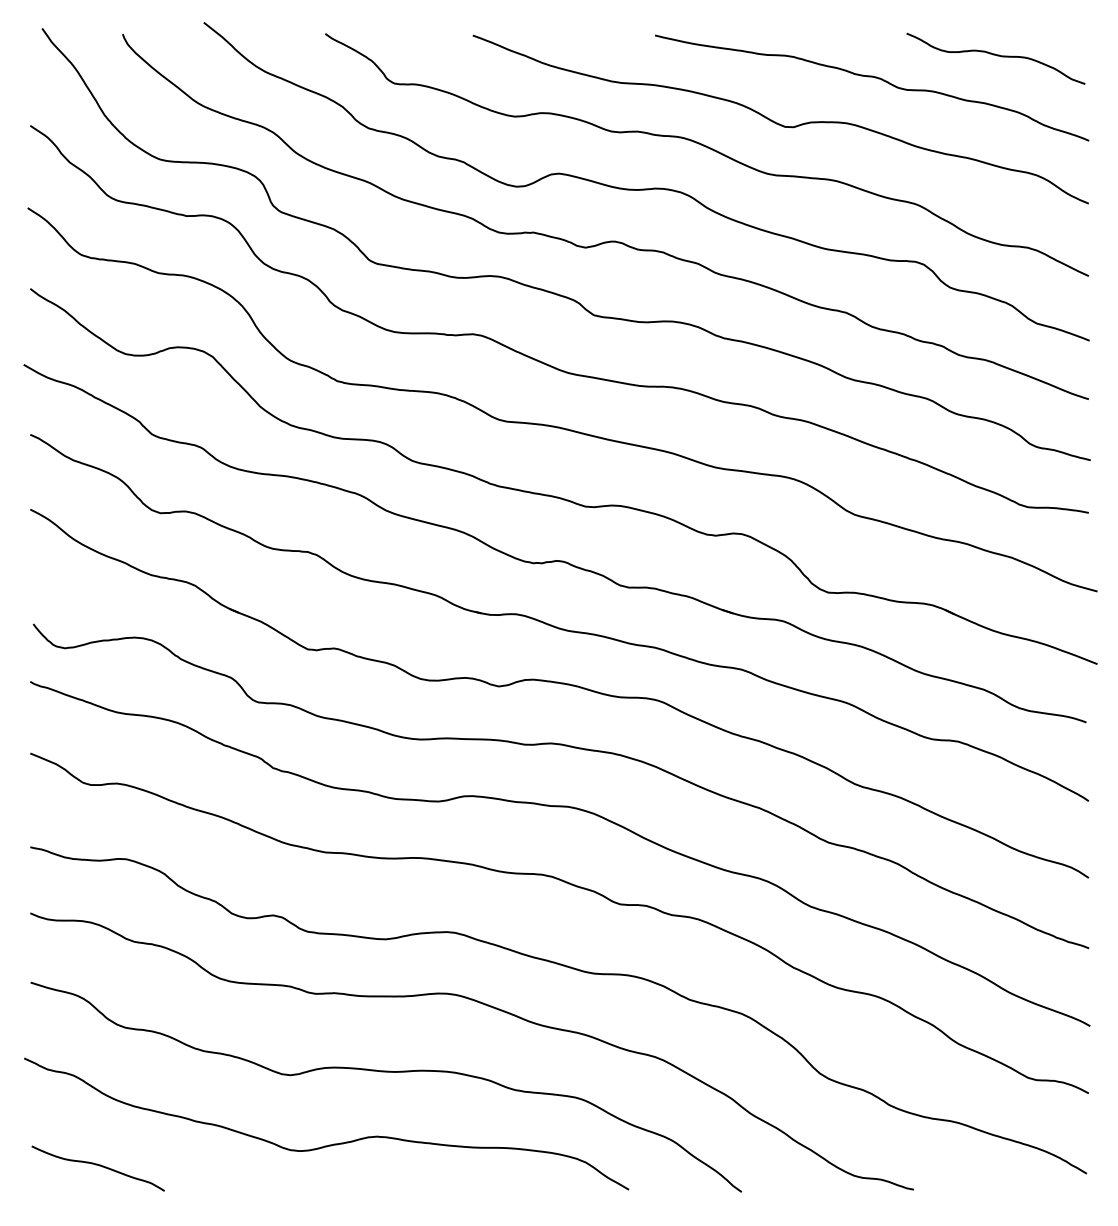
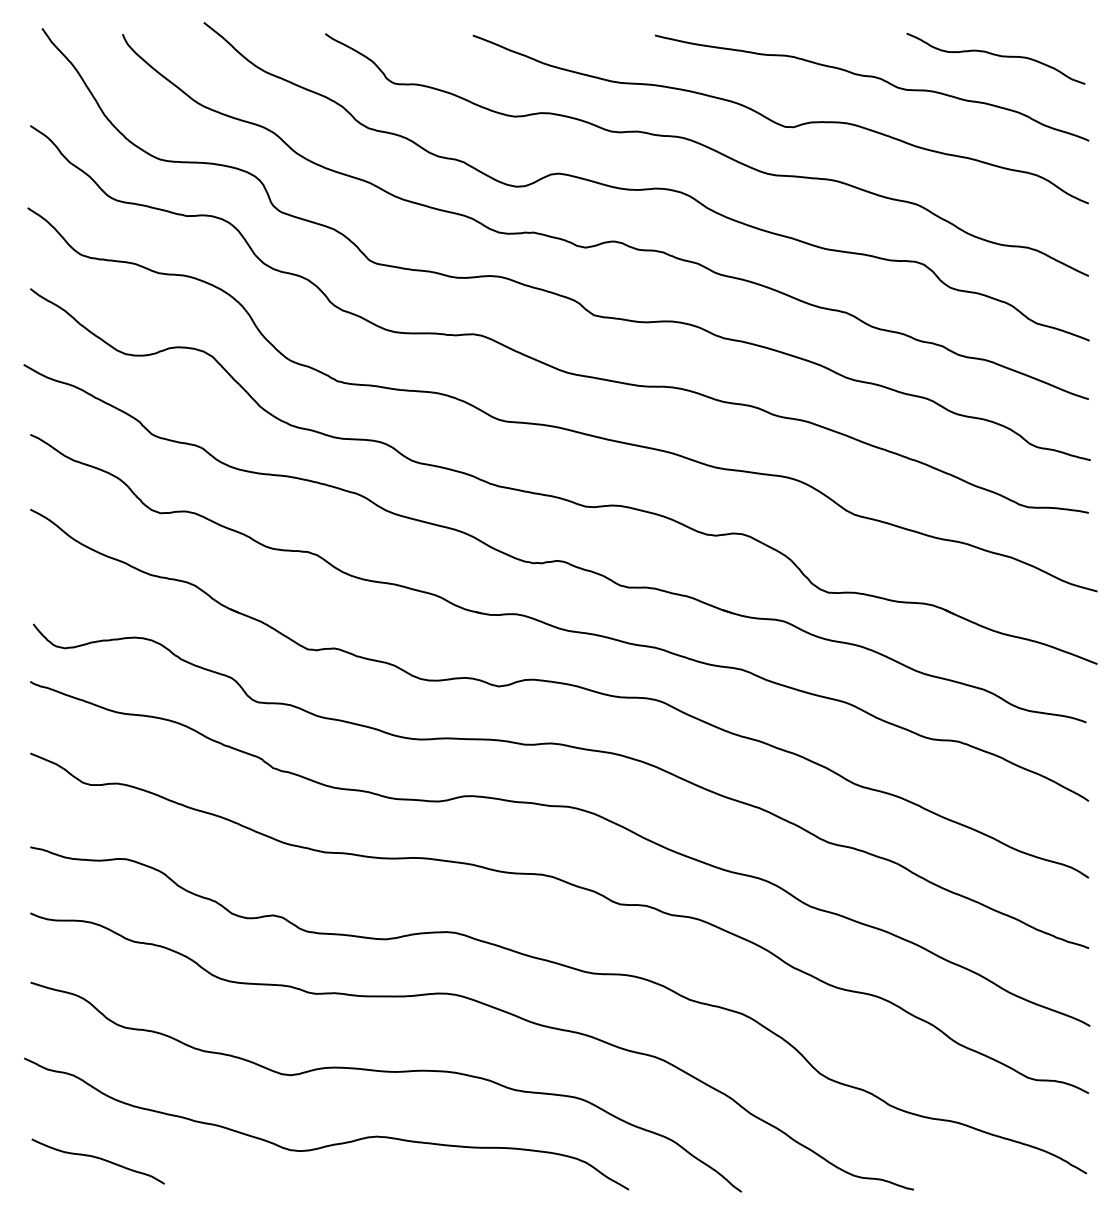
curve at (99, 1166) position: (99, 1166) -> (99, 1159)
